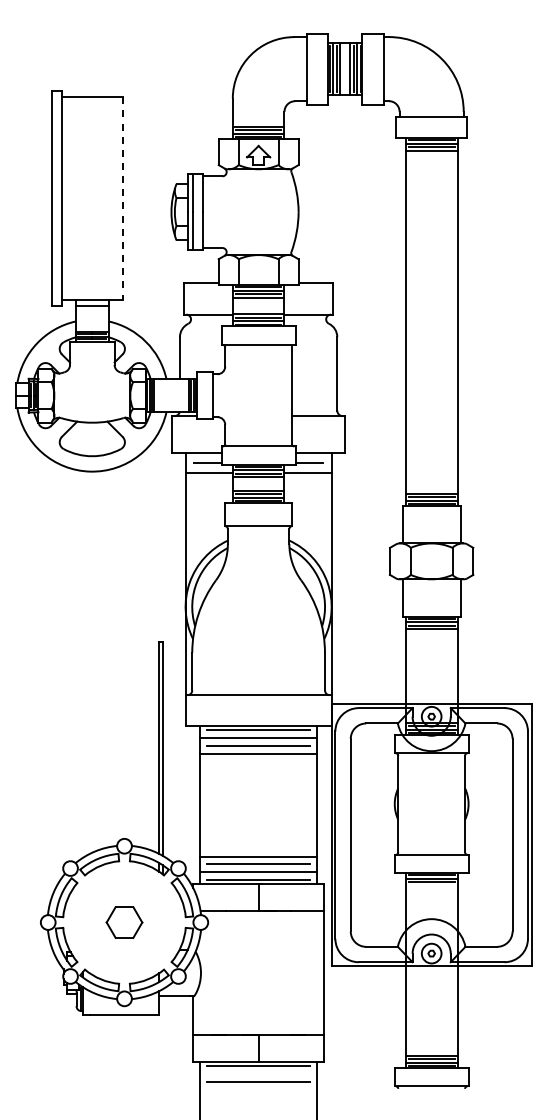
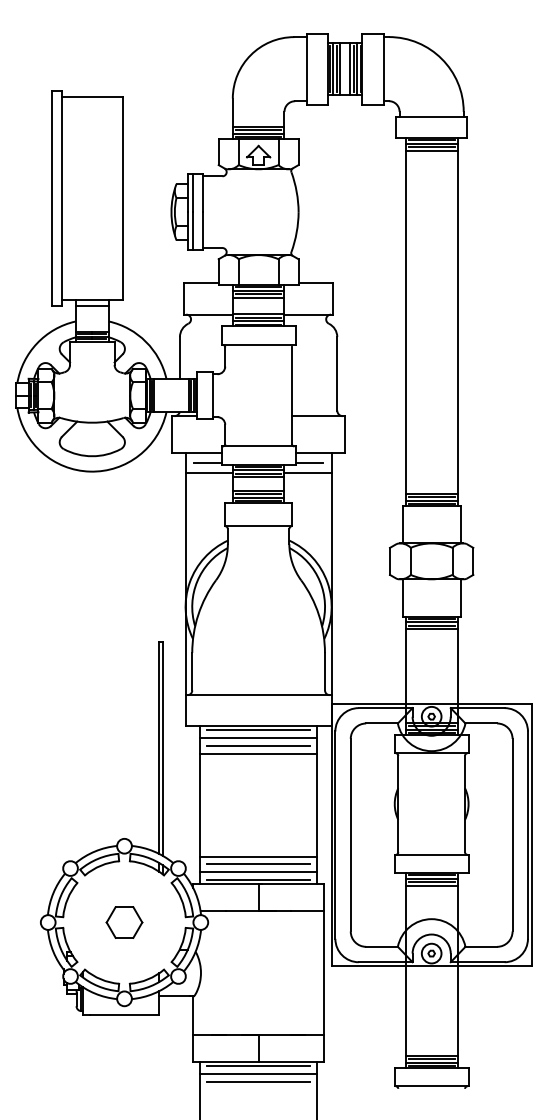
line at (123, 198): dashed -> solid
line at (431, 885): none -> present
line at (258, 1073): none -> present
